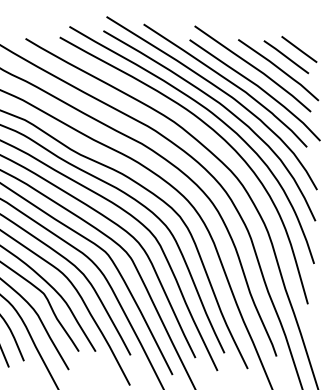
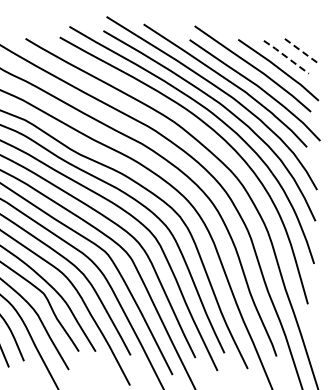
line at (299, 49): solid -> dashed
line at (286, 57): solid -> dashed
